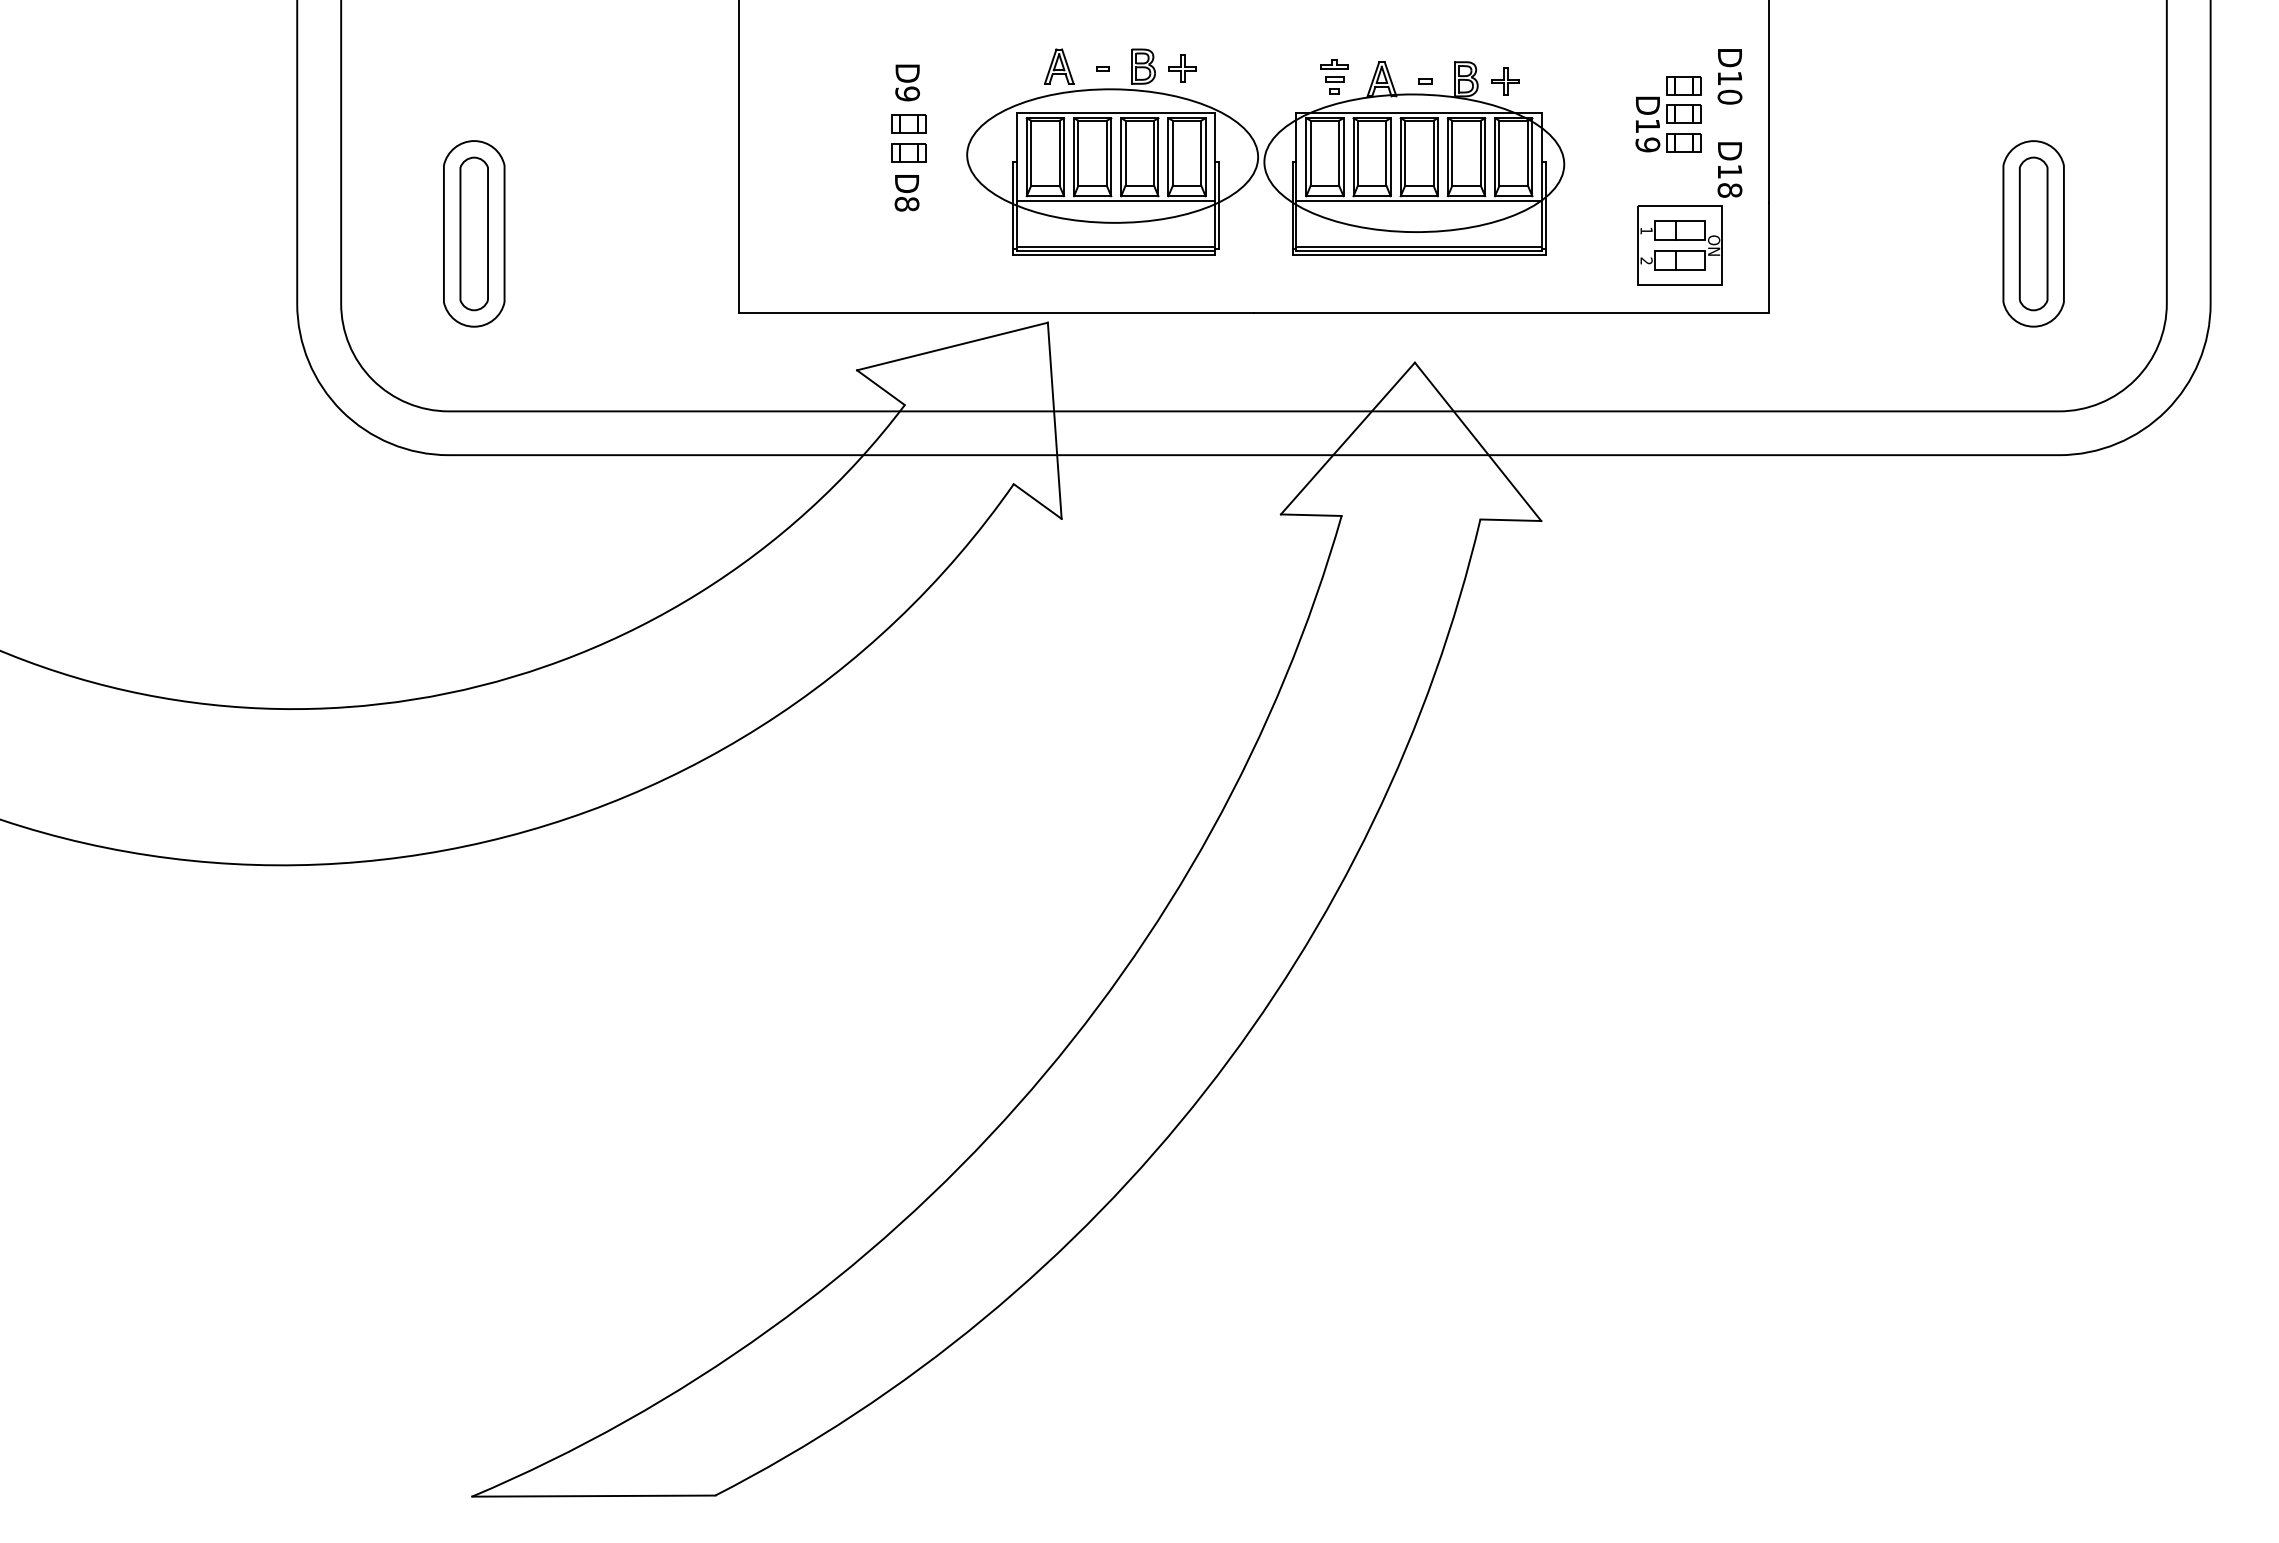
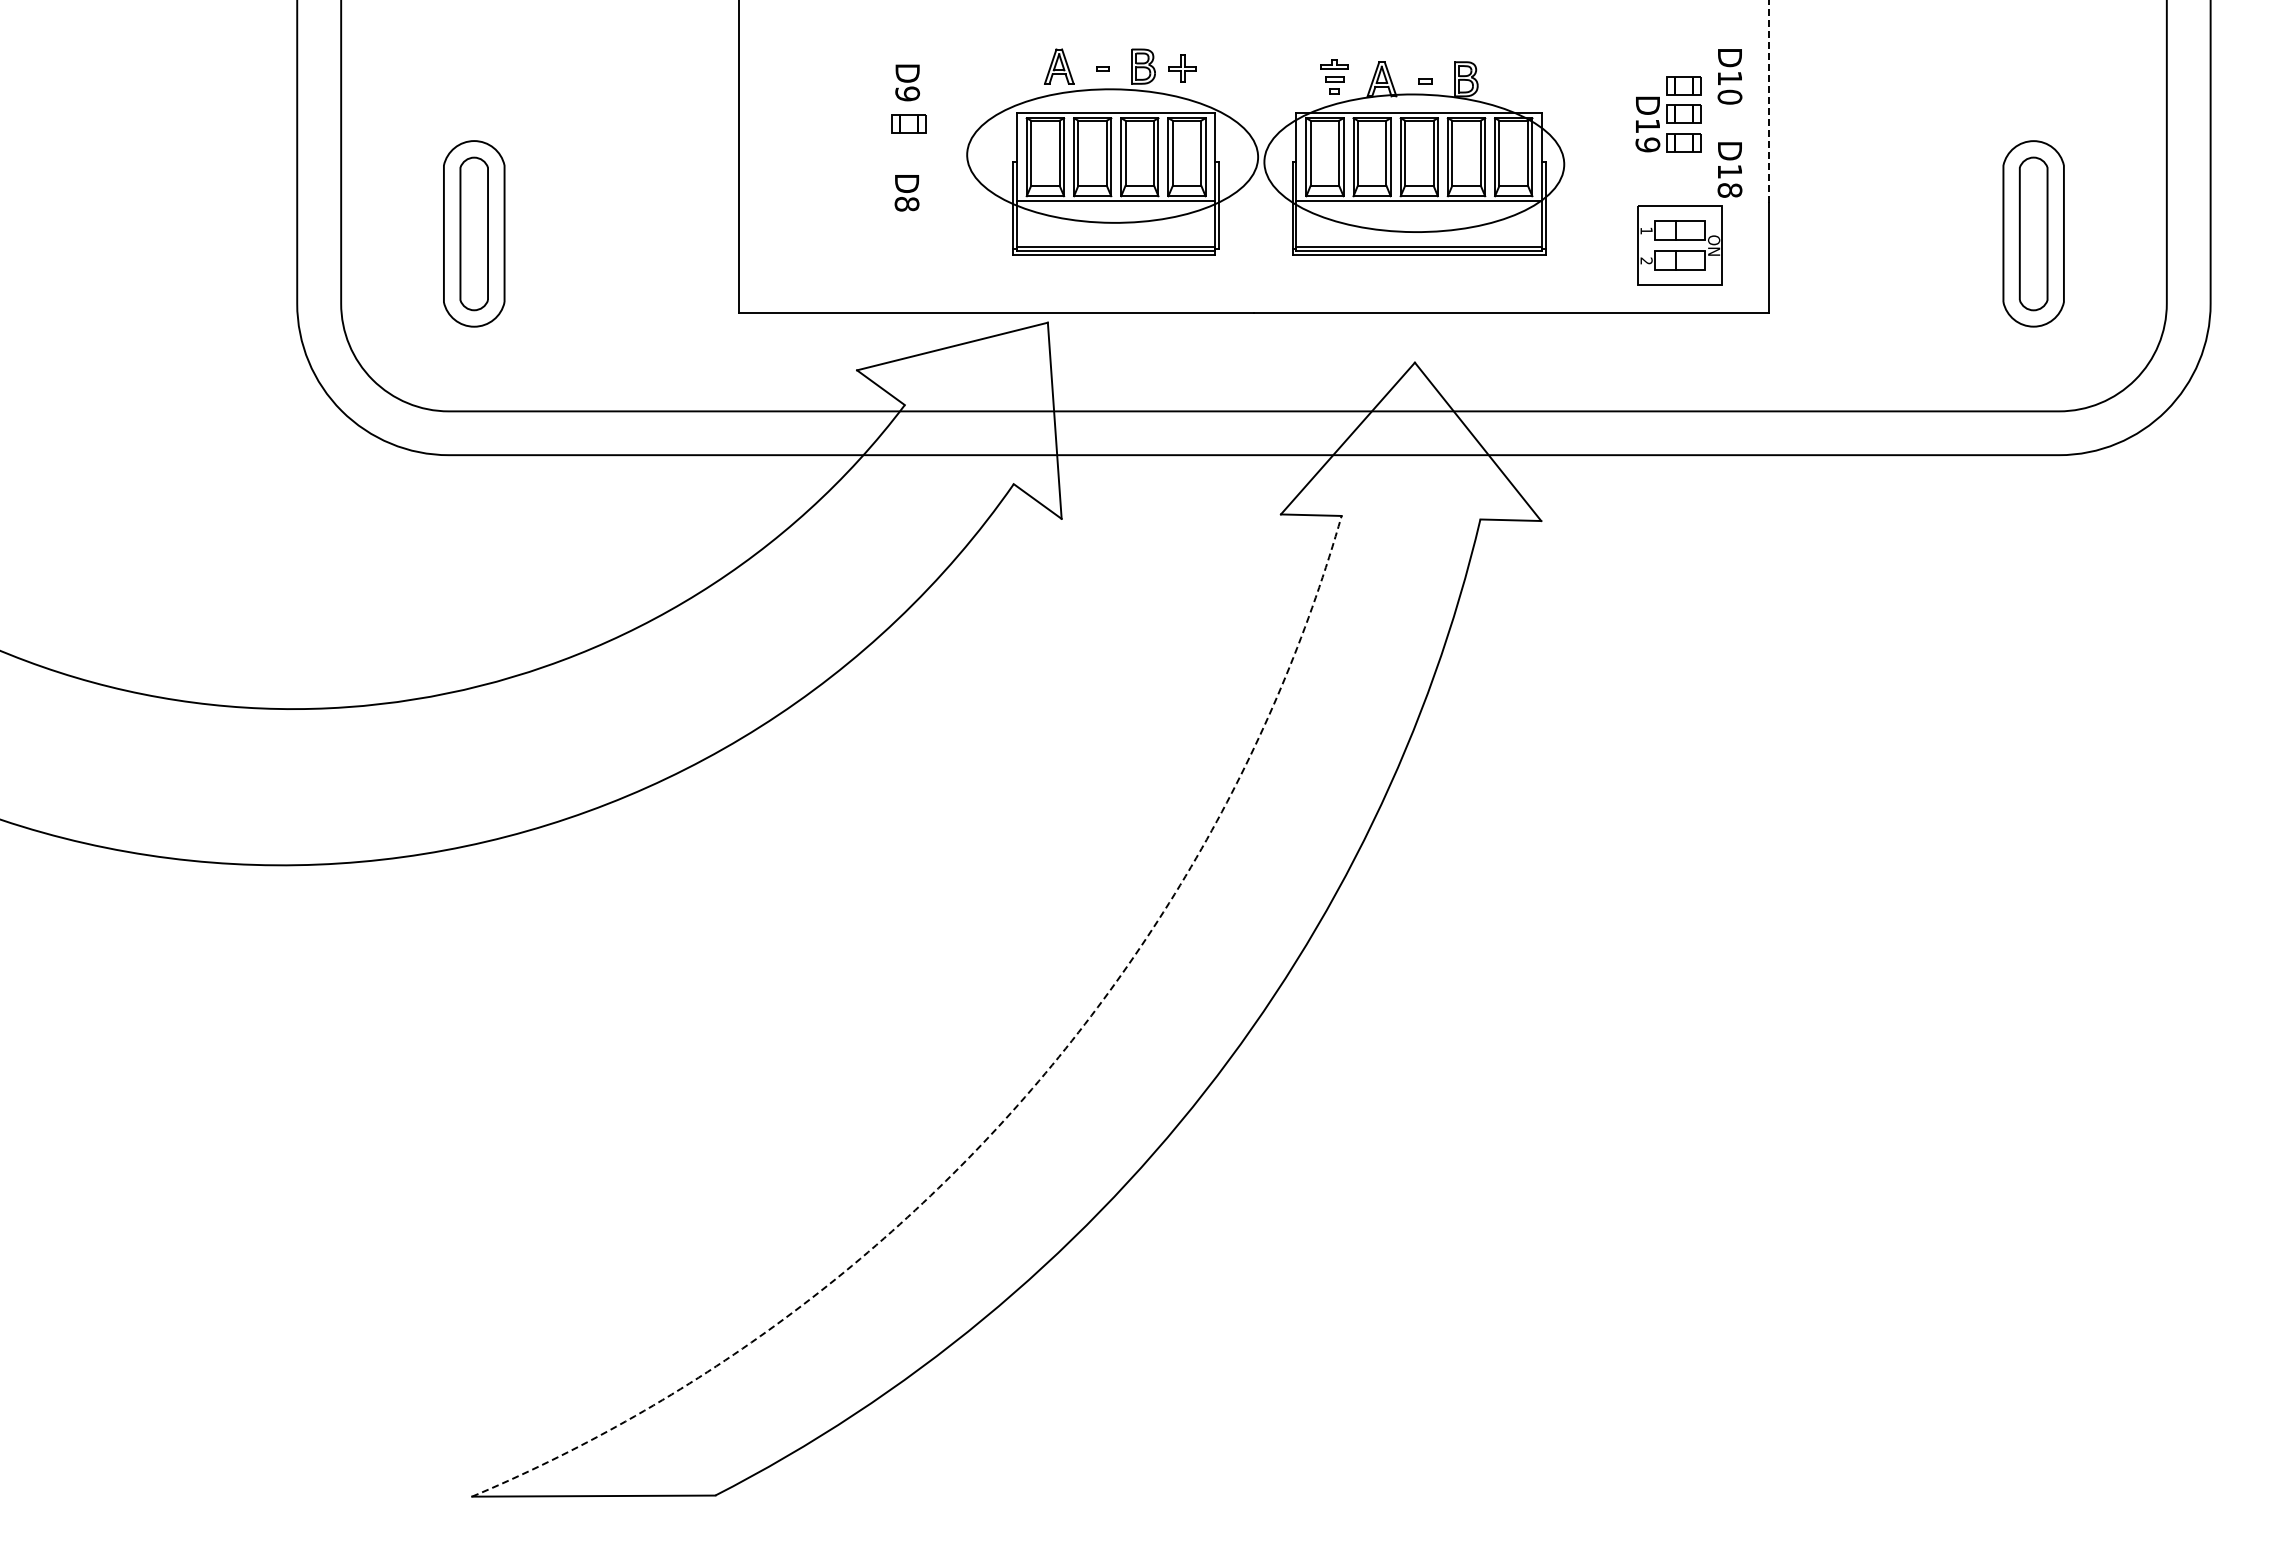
part at (1505, 81): present -> none
line at (1768, 101): solid -> dashed
part at (908, 152): present -> none
arc at (1018, 1105): solid -> dashed
